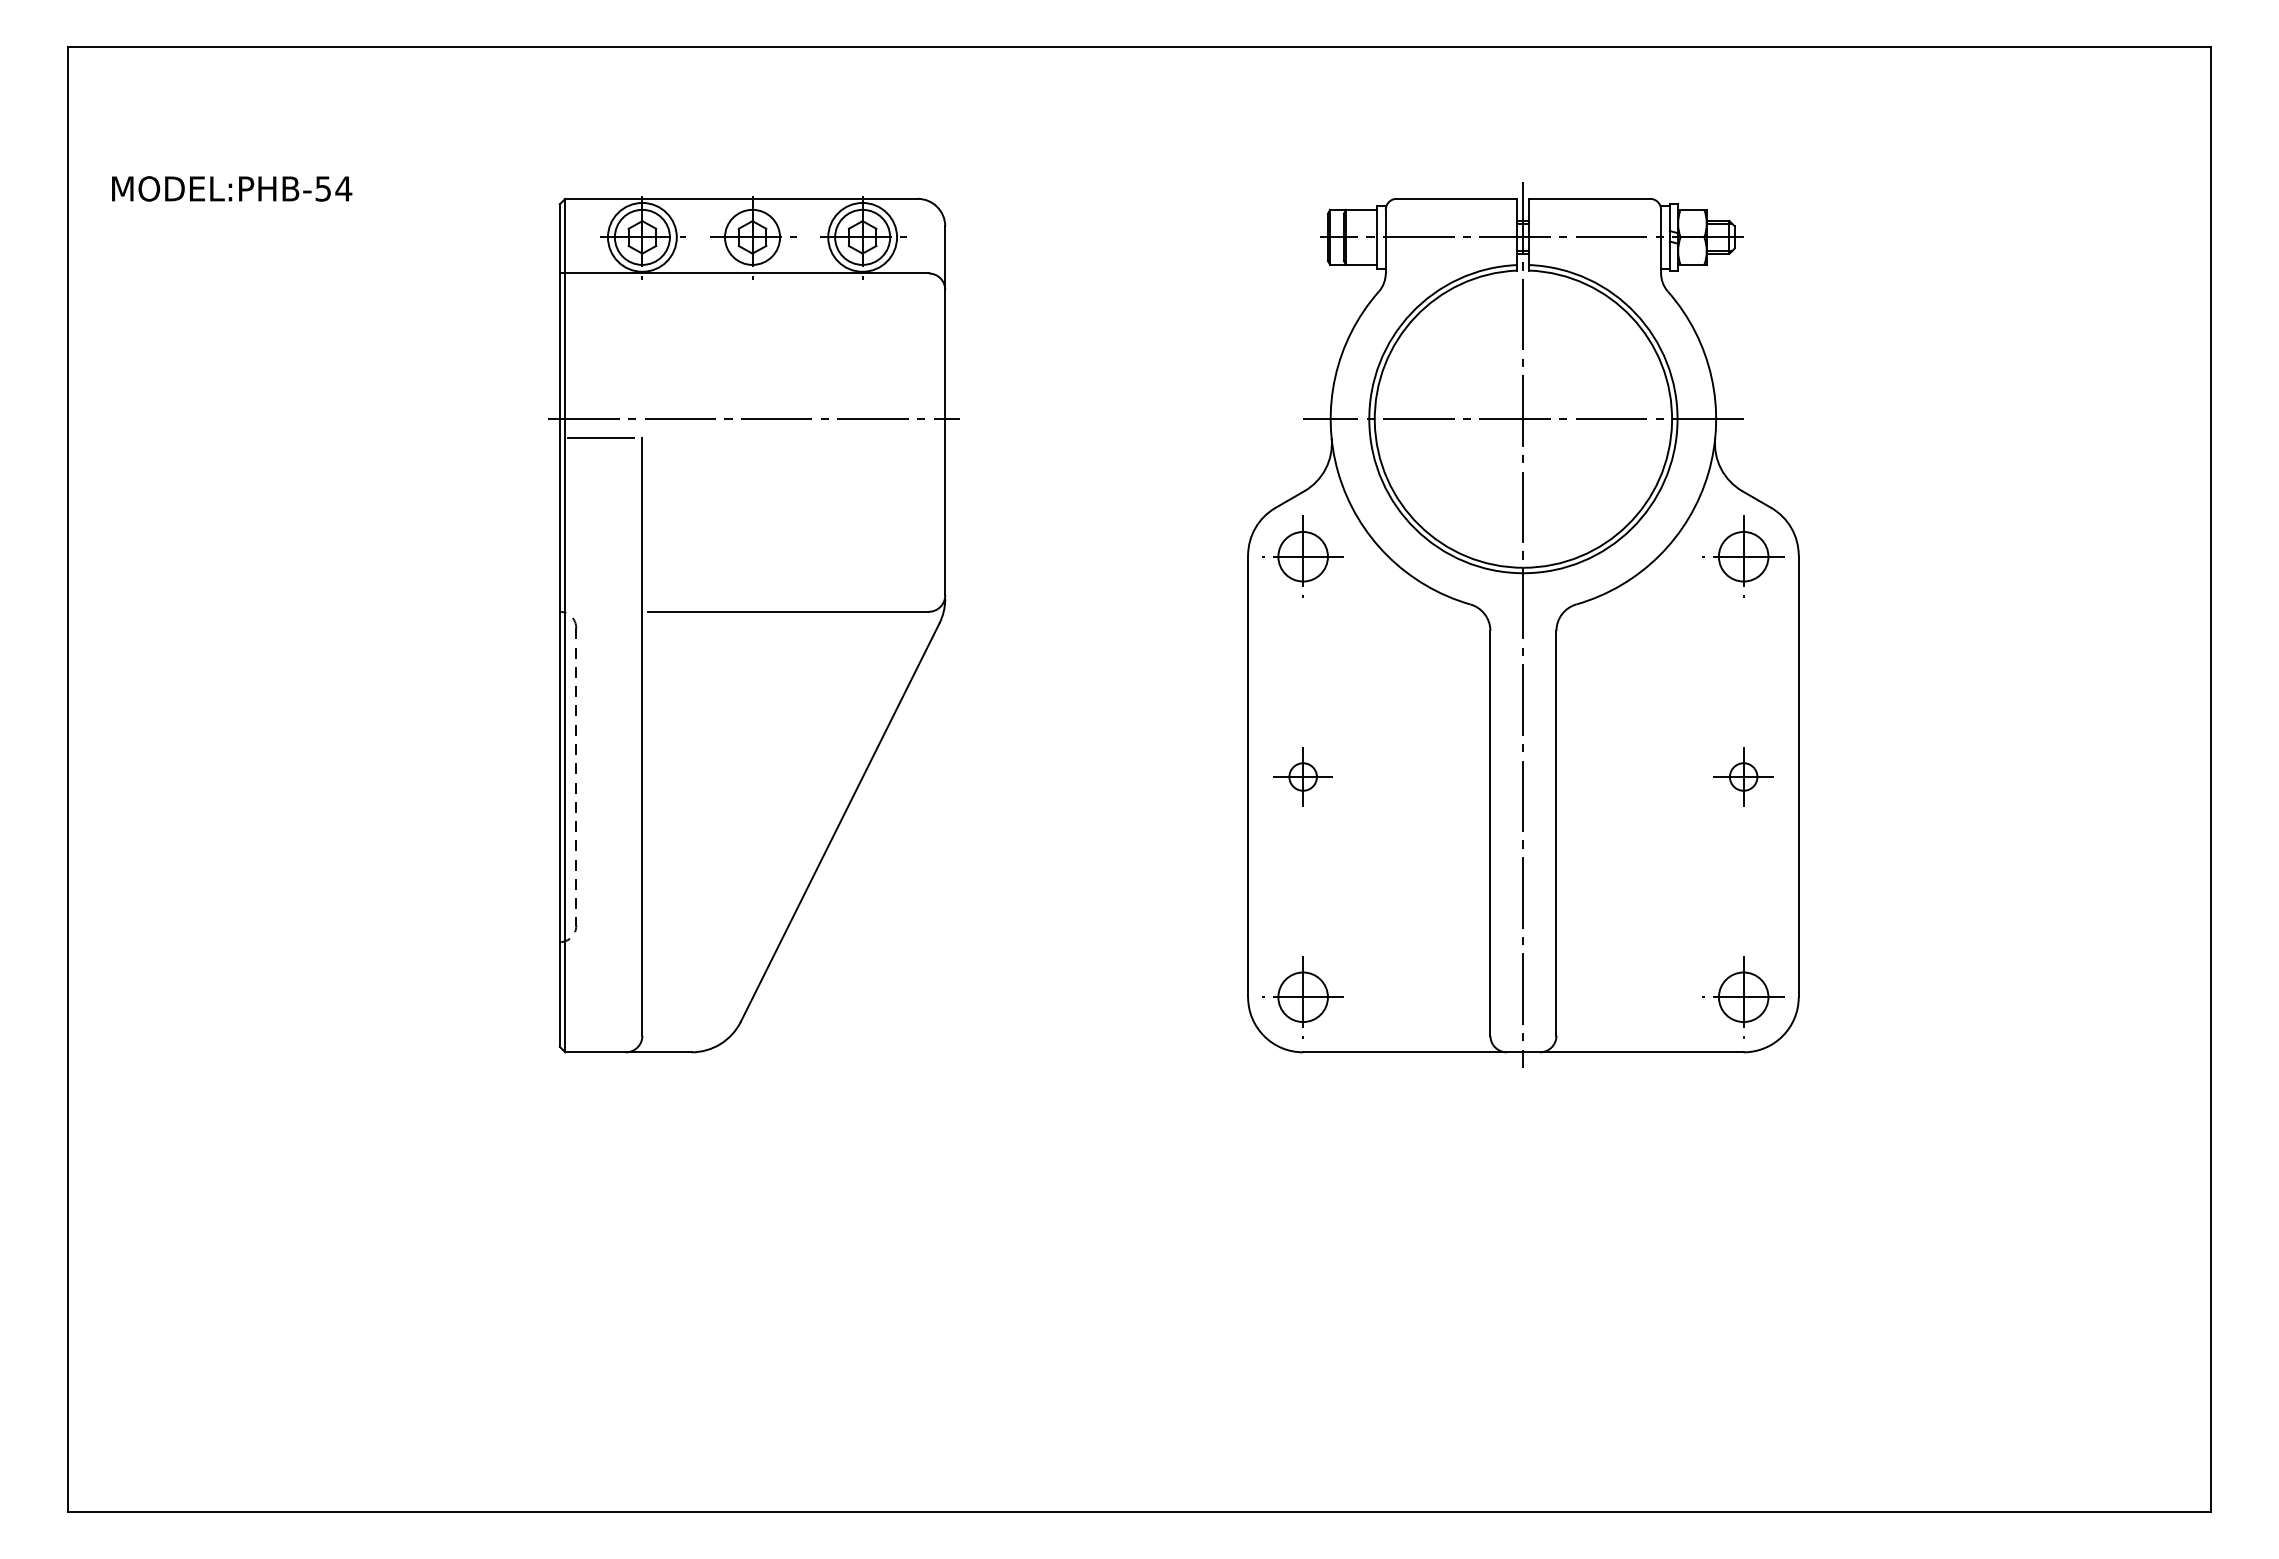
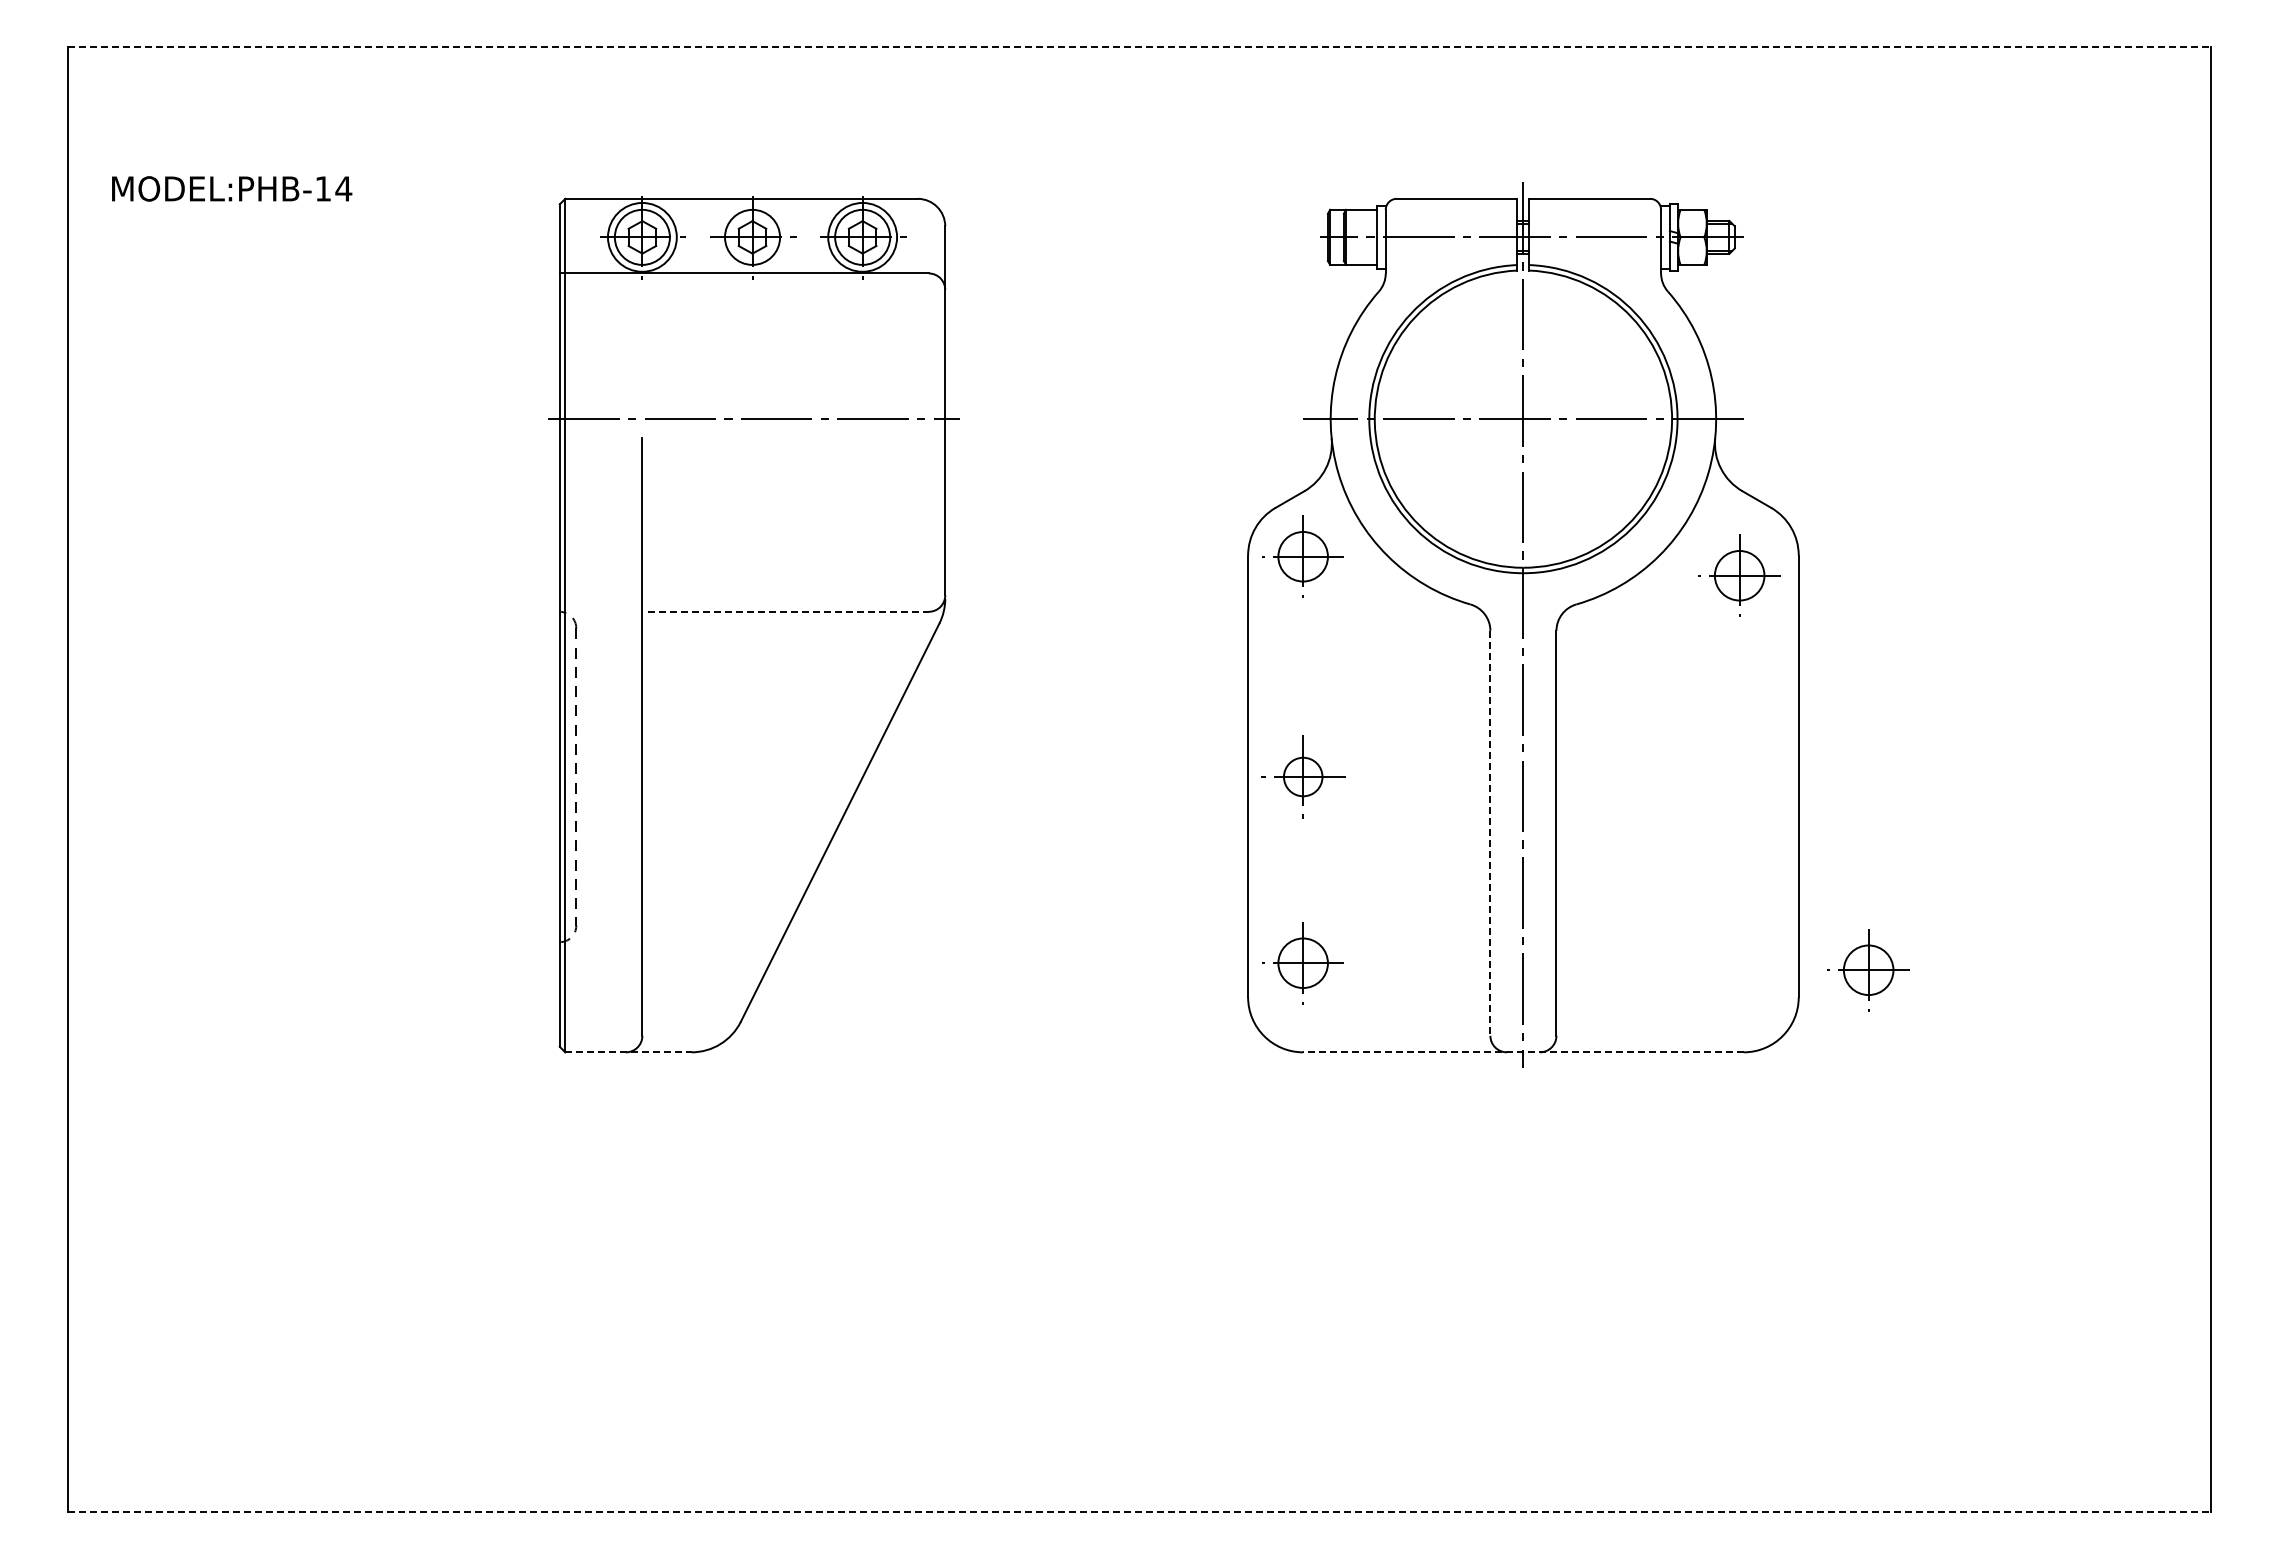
line at (1139, 46): solid -> dashed
text at (322, 188): MODEL:PHB-54 -> MODEL:PHB-14
line at (600, 438): present -> none
part at (1743, 556) position: (1743, 556) -> (1739, 575)
line at (788, 611): solid -> dashed
part at (1302, 776) size: 60x60 px -> 85x84 px
part at (1743, 776): present -> none
line at (1490, 833): solid -> dashed
part at (1302, 997) position: (1302, 997) -> (1302, 963)
part at (1743, 997) position: (1743, 997) -> (1868, 970)
line at (628, 1052): solid -> dashed
line at (1522, 1052): solid -> dashed
line at (1139, 1512): solid -> dashed
